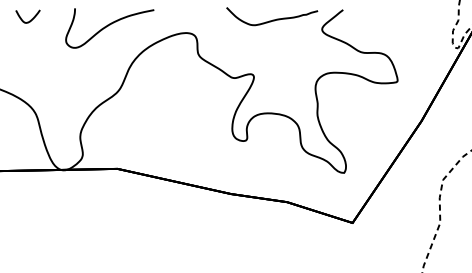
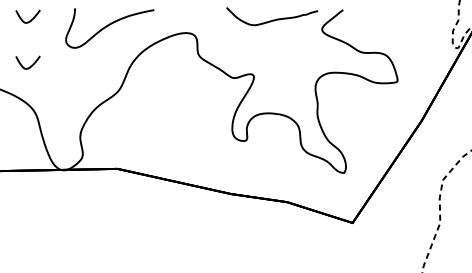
curve at (30, 65): none -> present
